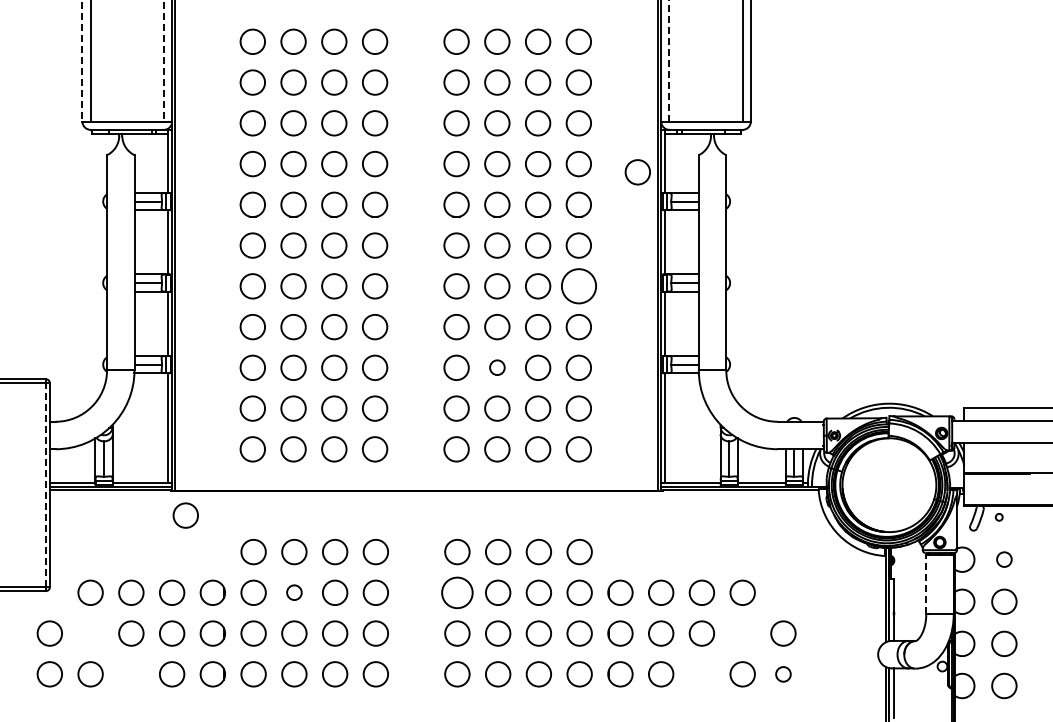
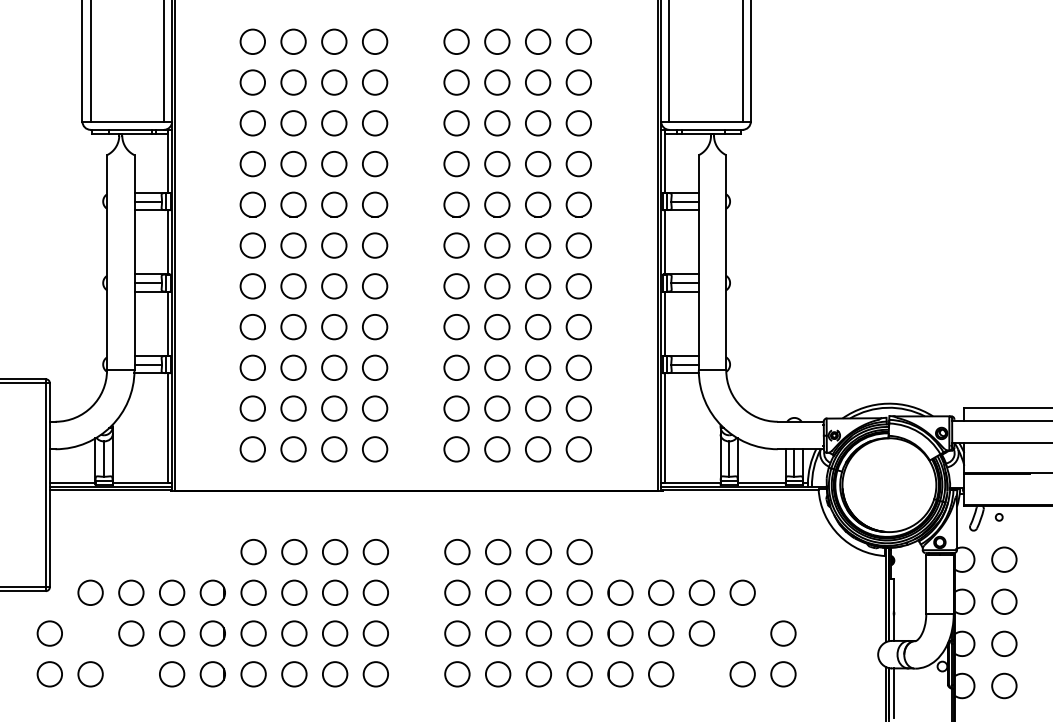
line at (669, 60): dashed -> solid
line at (82, 61): dashed -> solid
line at (163, 61): dashed -> solid
circle at (637, 172): present -> none
circle at (578, 286) size: 36x37 px -> 27x27 px
circle at (497, 367) size: 17x17 px -> 27x27 px
line at (45, 485): dashed -> solid
circle at (185, 515): present -> none
circle at (1004, 559) size: 17x17 px -> 27x27 px
line at (926, 584): dashed -> solid
circle at (294, 592) size: 17x17 px -> 27x27 px
circle at (457, 592) size: 33x34 px -> 27x27 px
circle at (783, 674) size: 17x17 px -> 27x27 px
